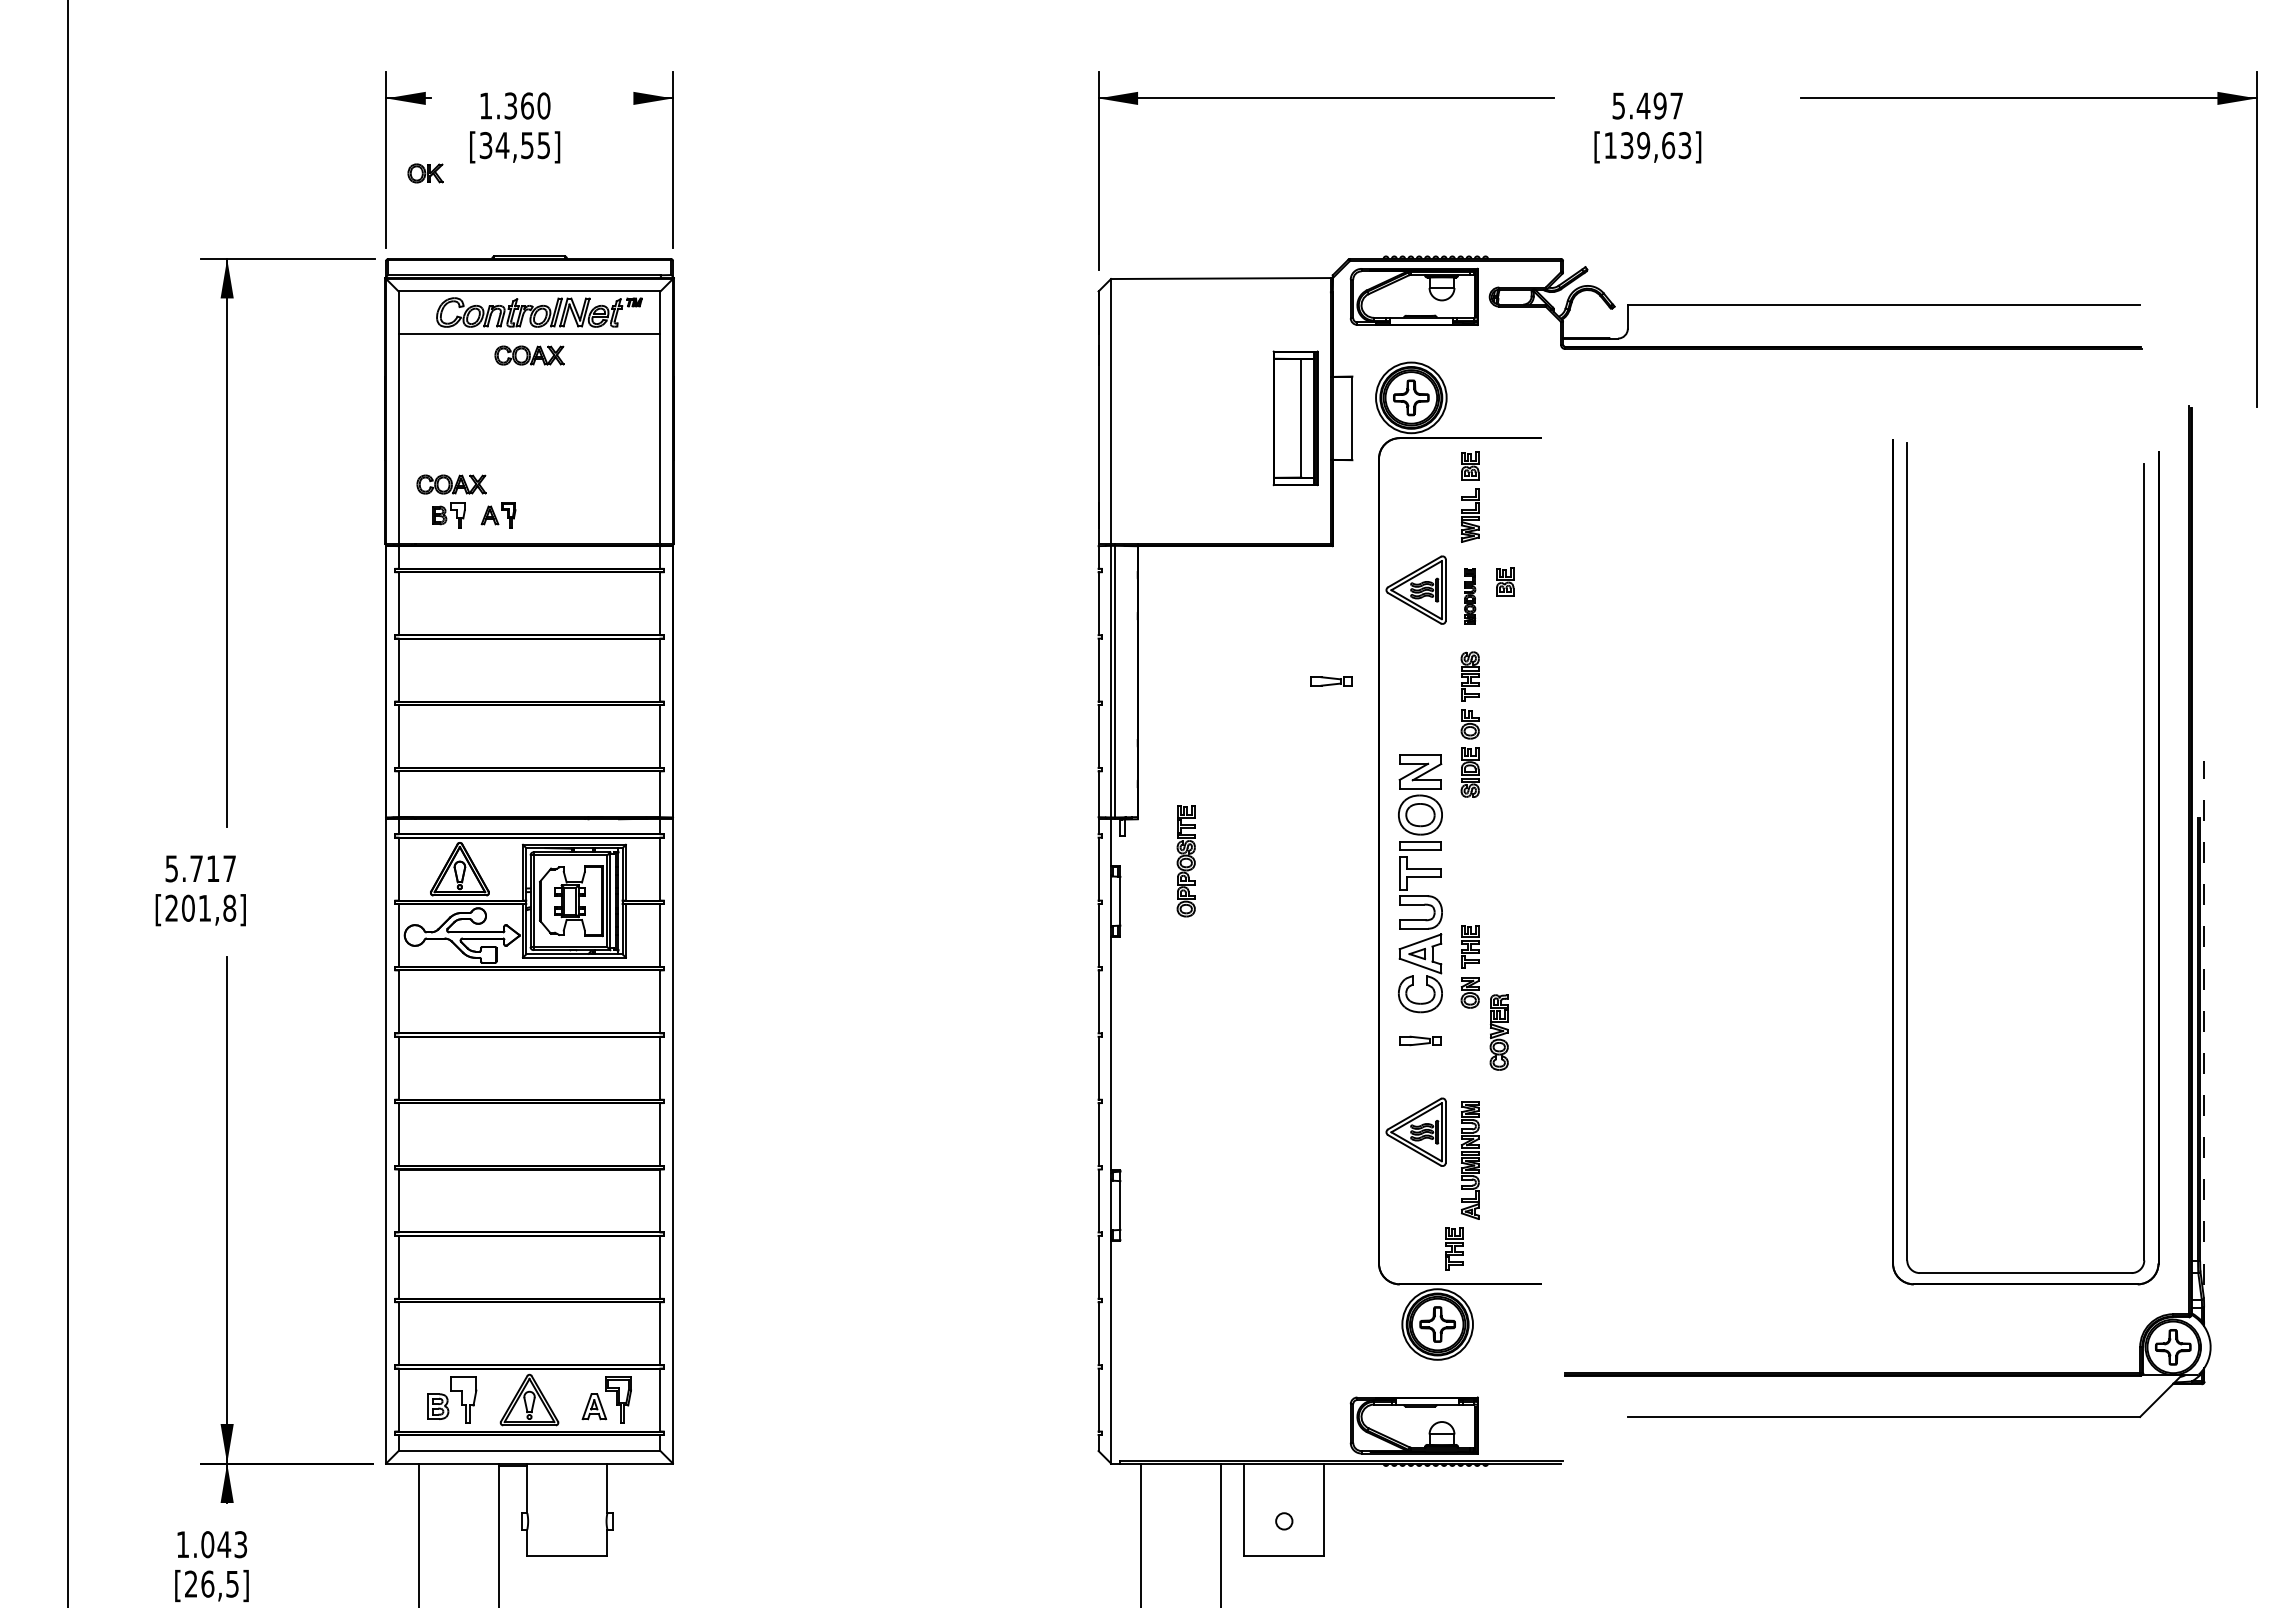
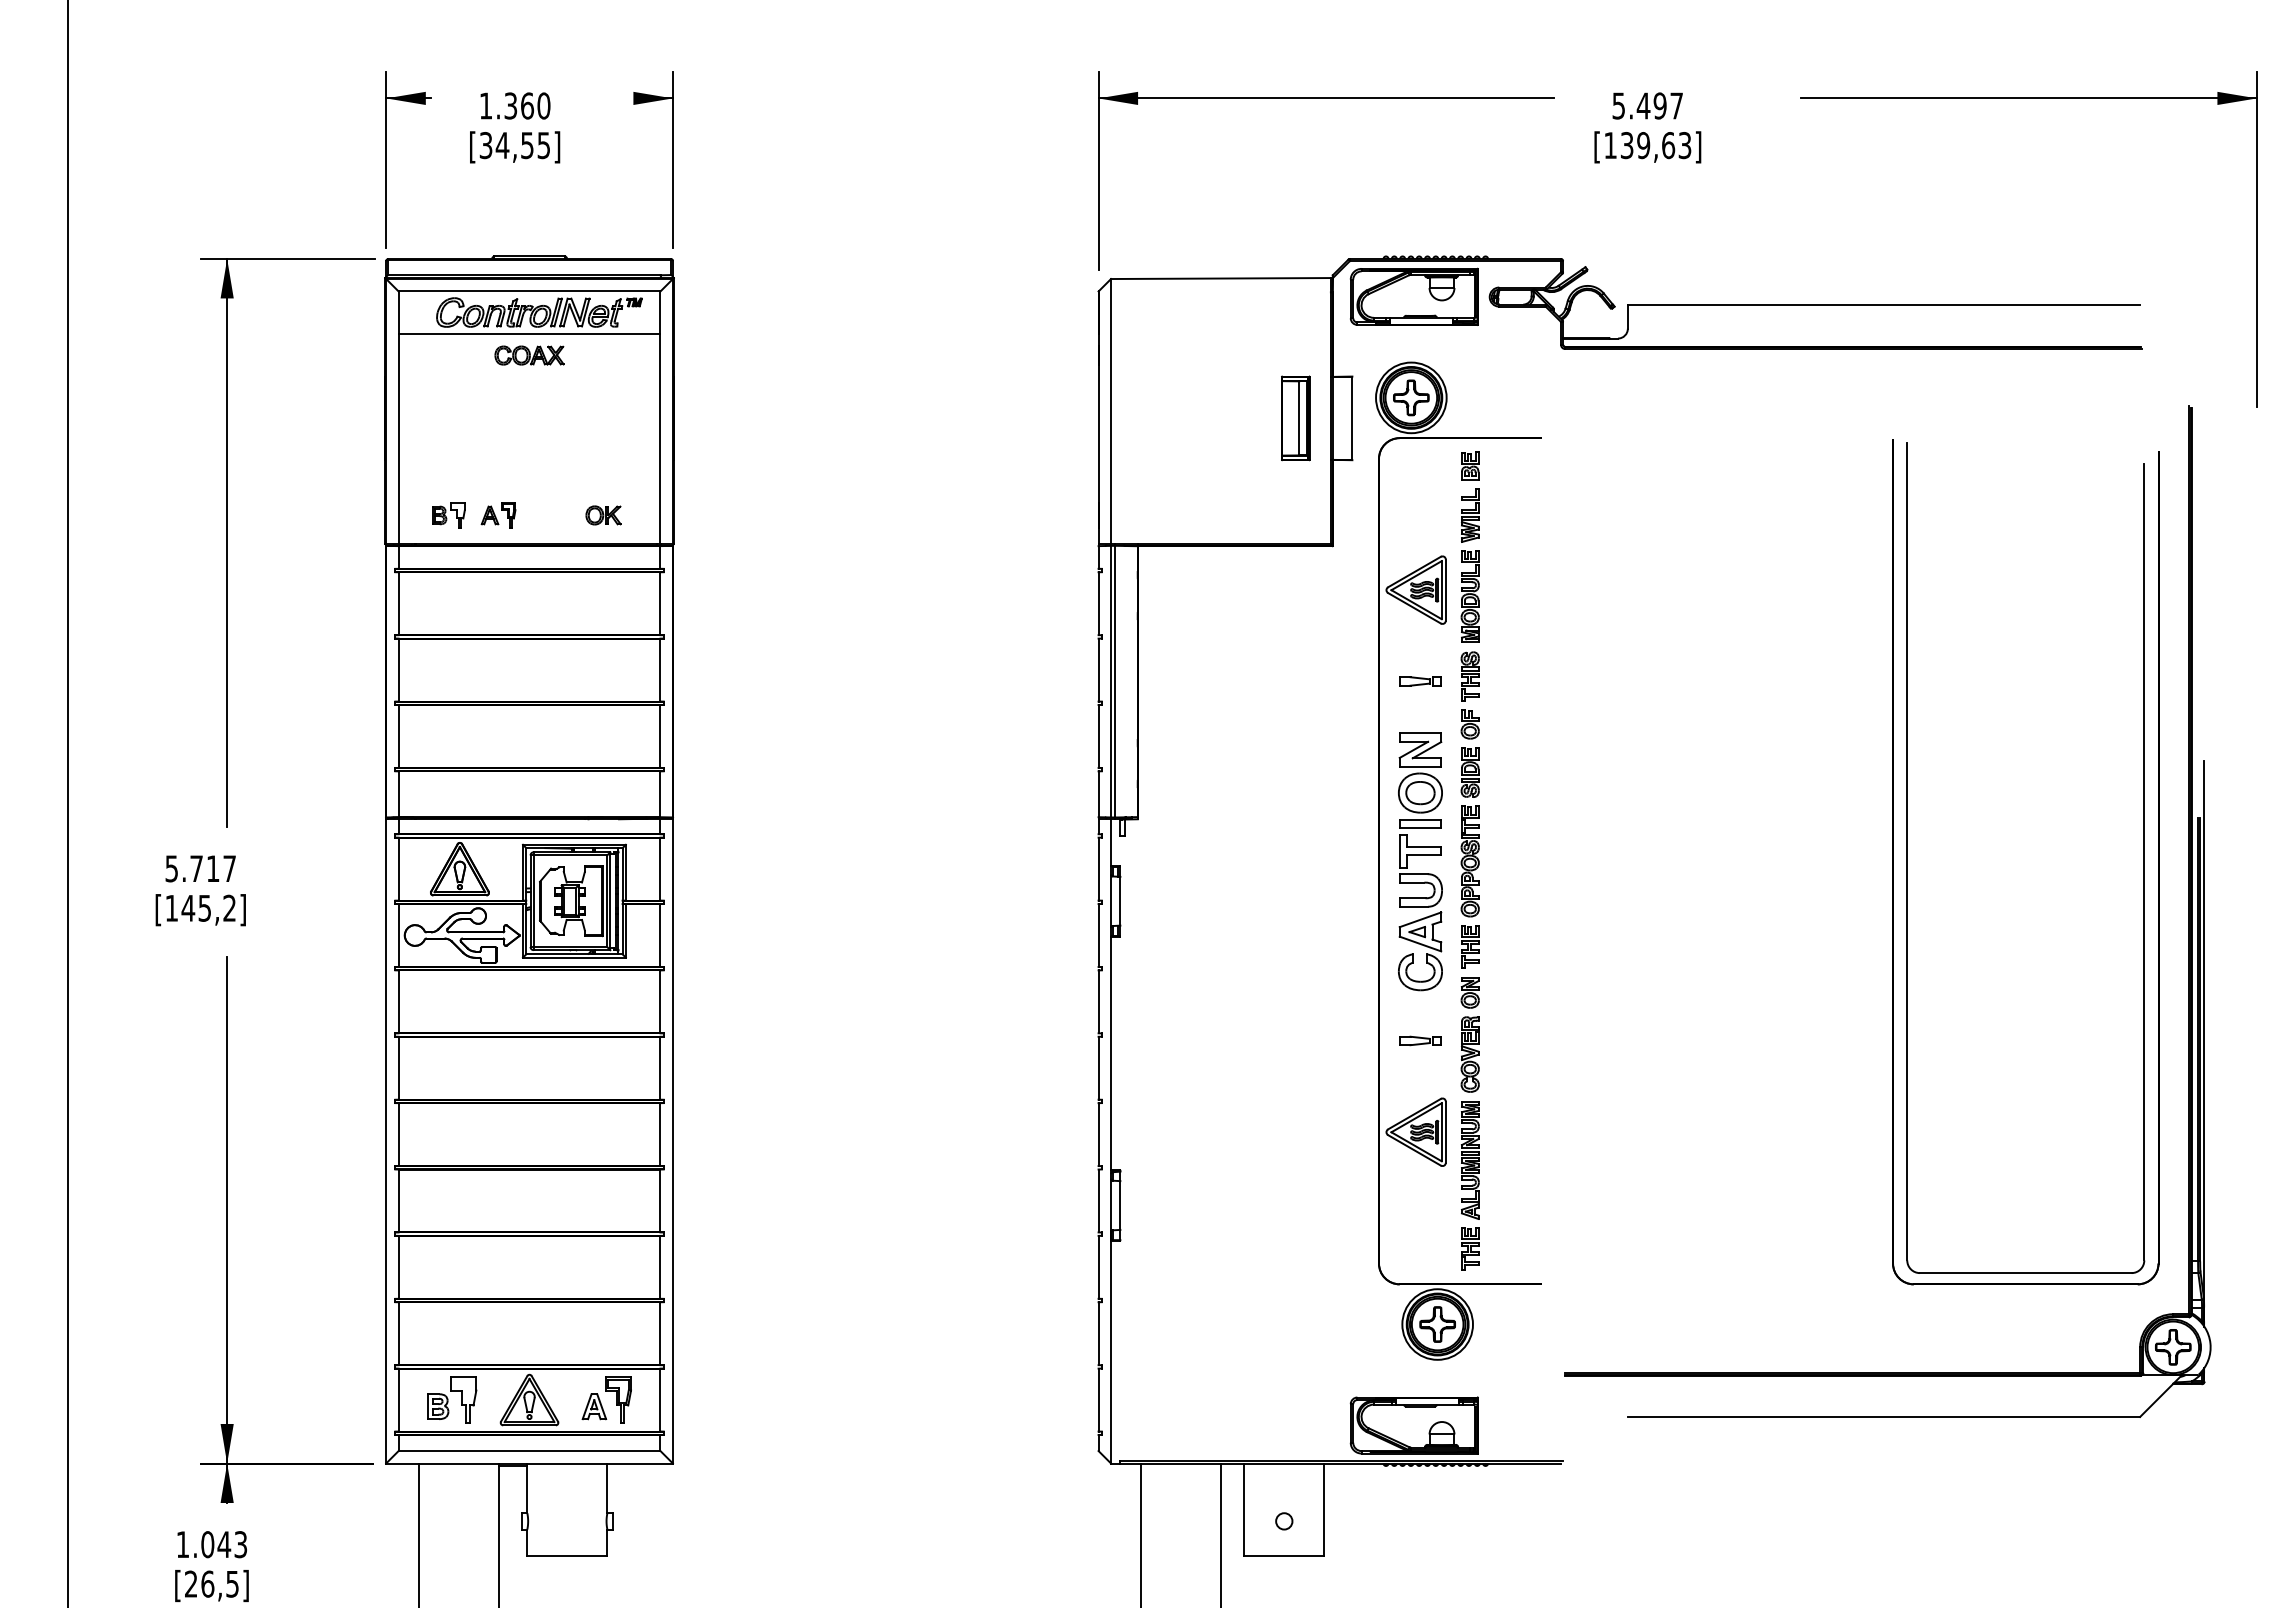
part at (425, 173) position: (425, 173) -> (603, 515)
part at (1295, 418) size: 47x137 px -> 30x87 px
part at (451, 484): present -> none
part at (1505, 581): present -> none
part at (1470, 596) size: 13x57 px -> 20x93 px
part at (1331, 681) position: (1331, 681) -> (1420, 681)
part at (1185, 861) position: (1185, 861) -> (1469, 861)
part at (1420, 883) position: (1420, 883) -> (1420, 861)
text at (200, 907): [201,8] -> [145,2]
part at (1498, 1032) position: (1498, 1032) -> (1469, 1054)
line at (2204, 1043): dashed -> solid
part at (1454, 1248) position: (1454, 1248) -> (1470, 1248)
